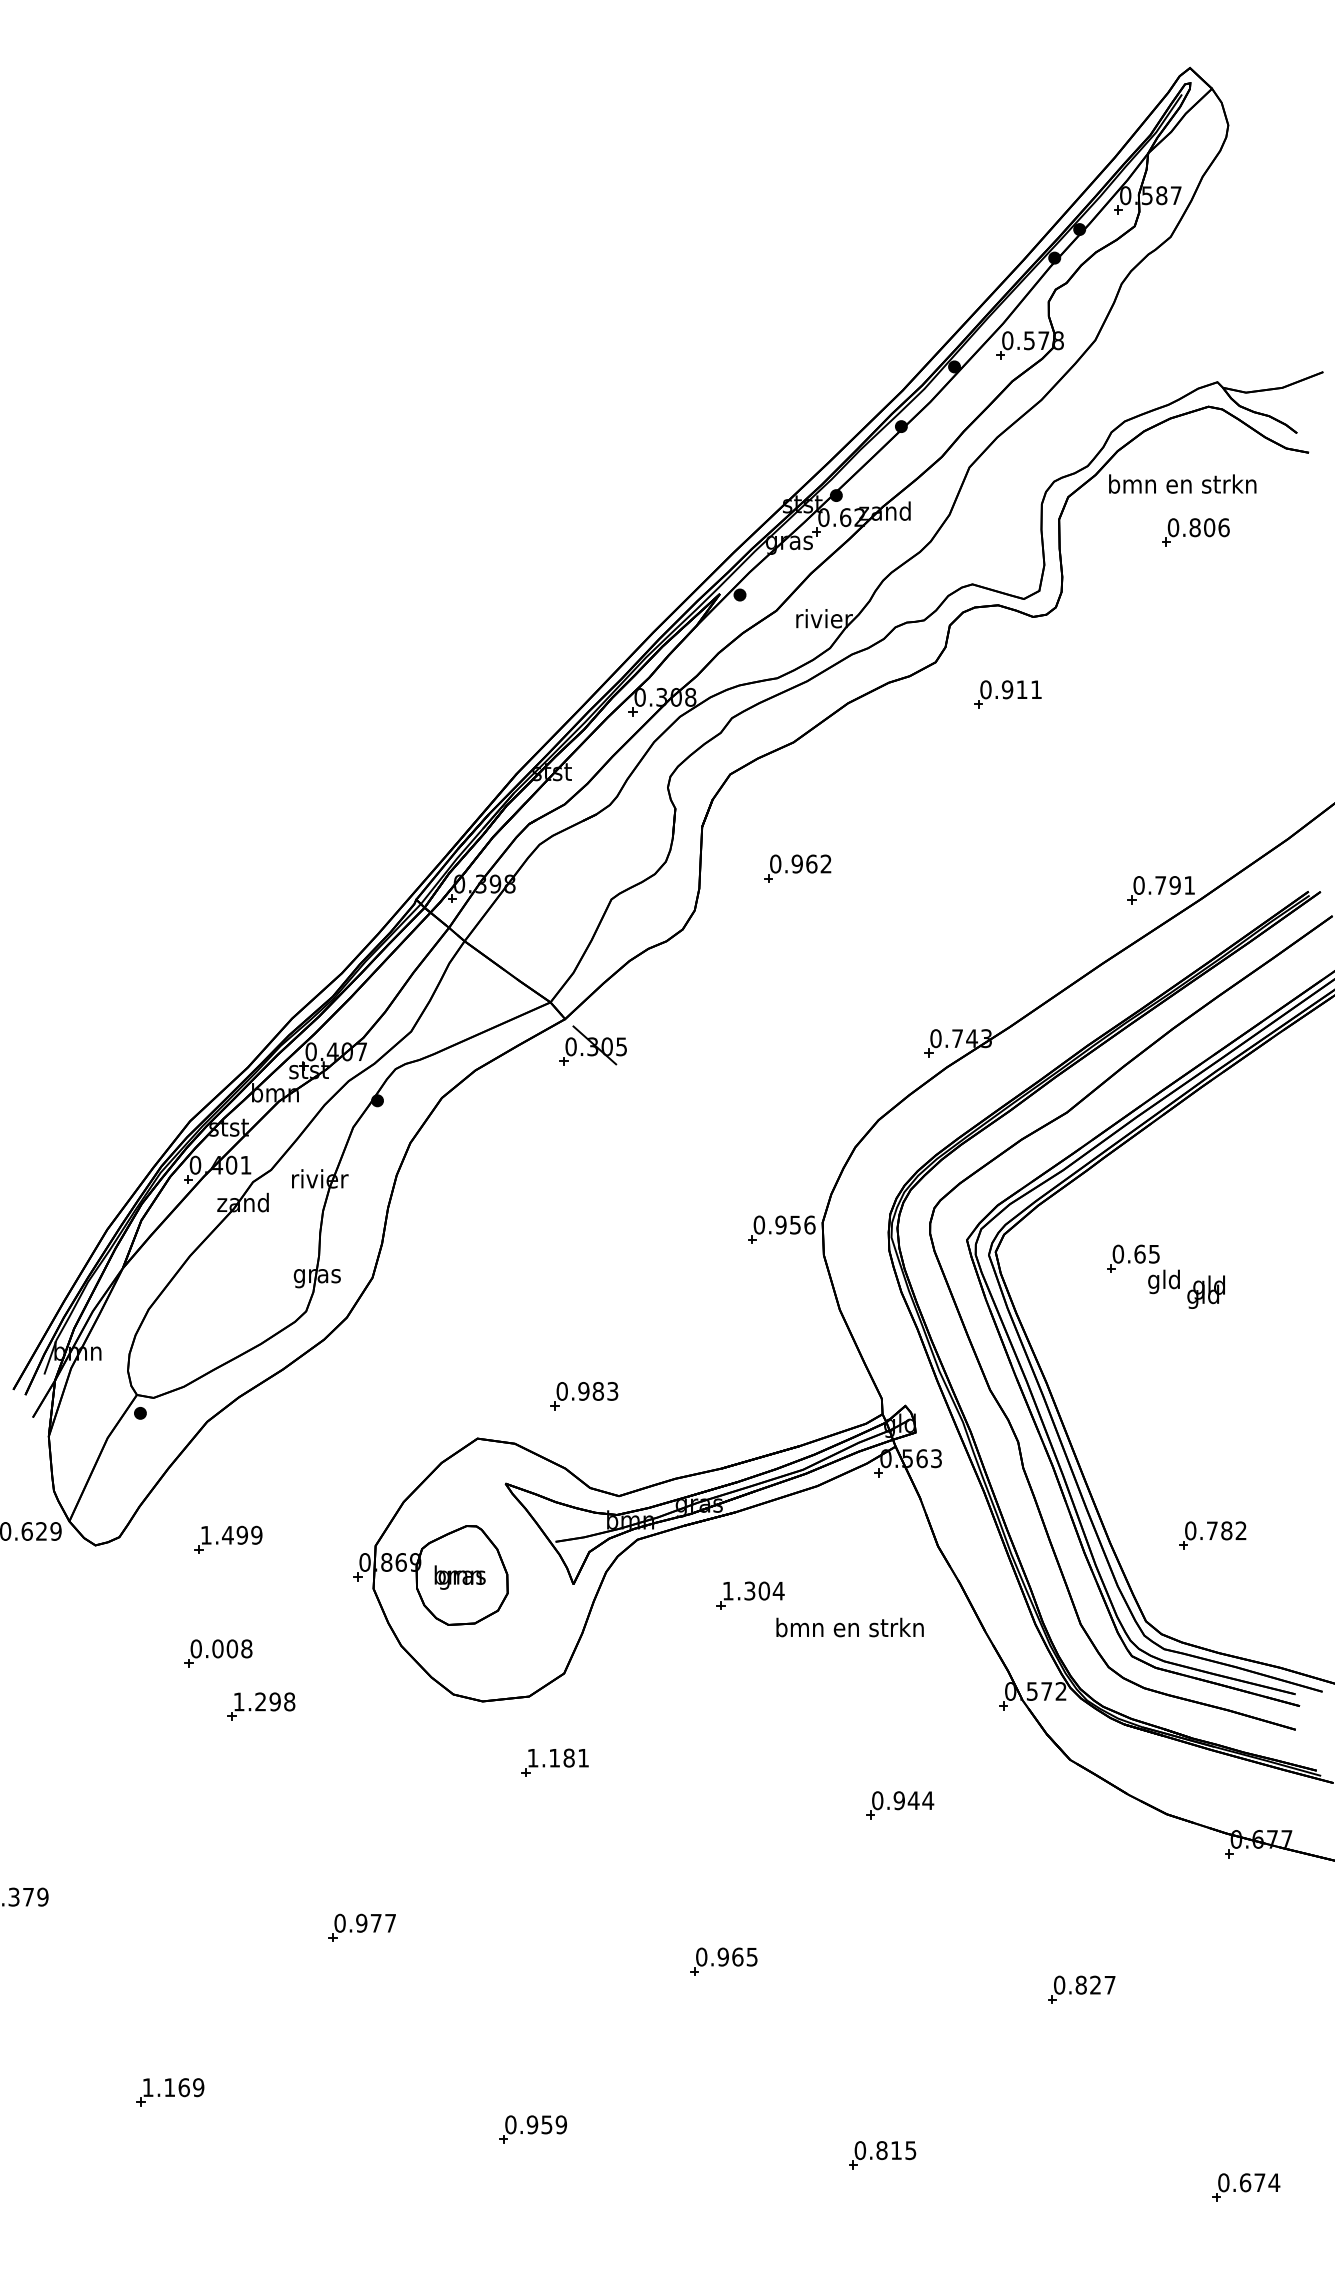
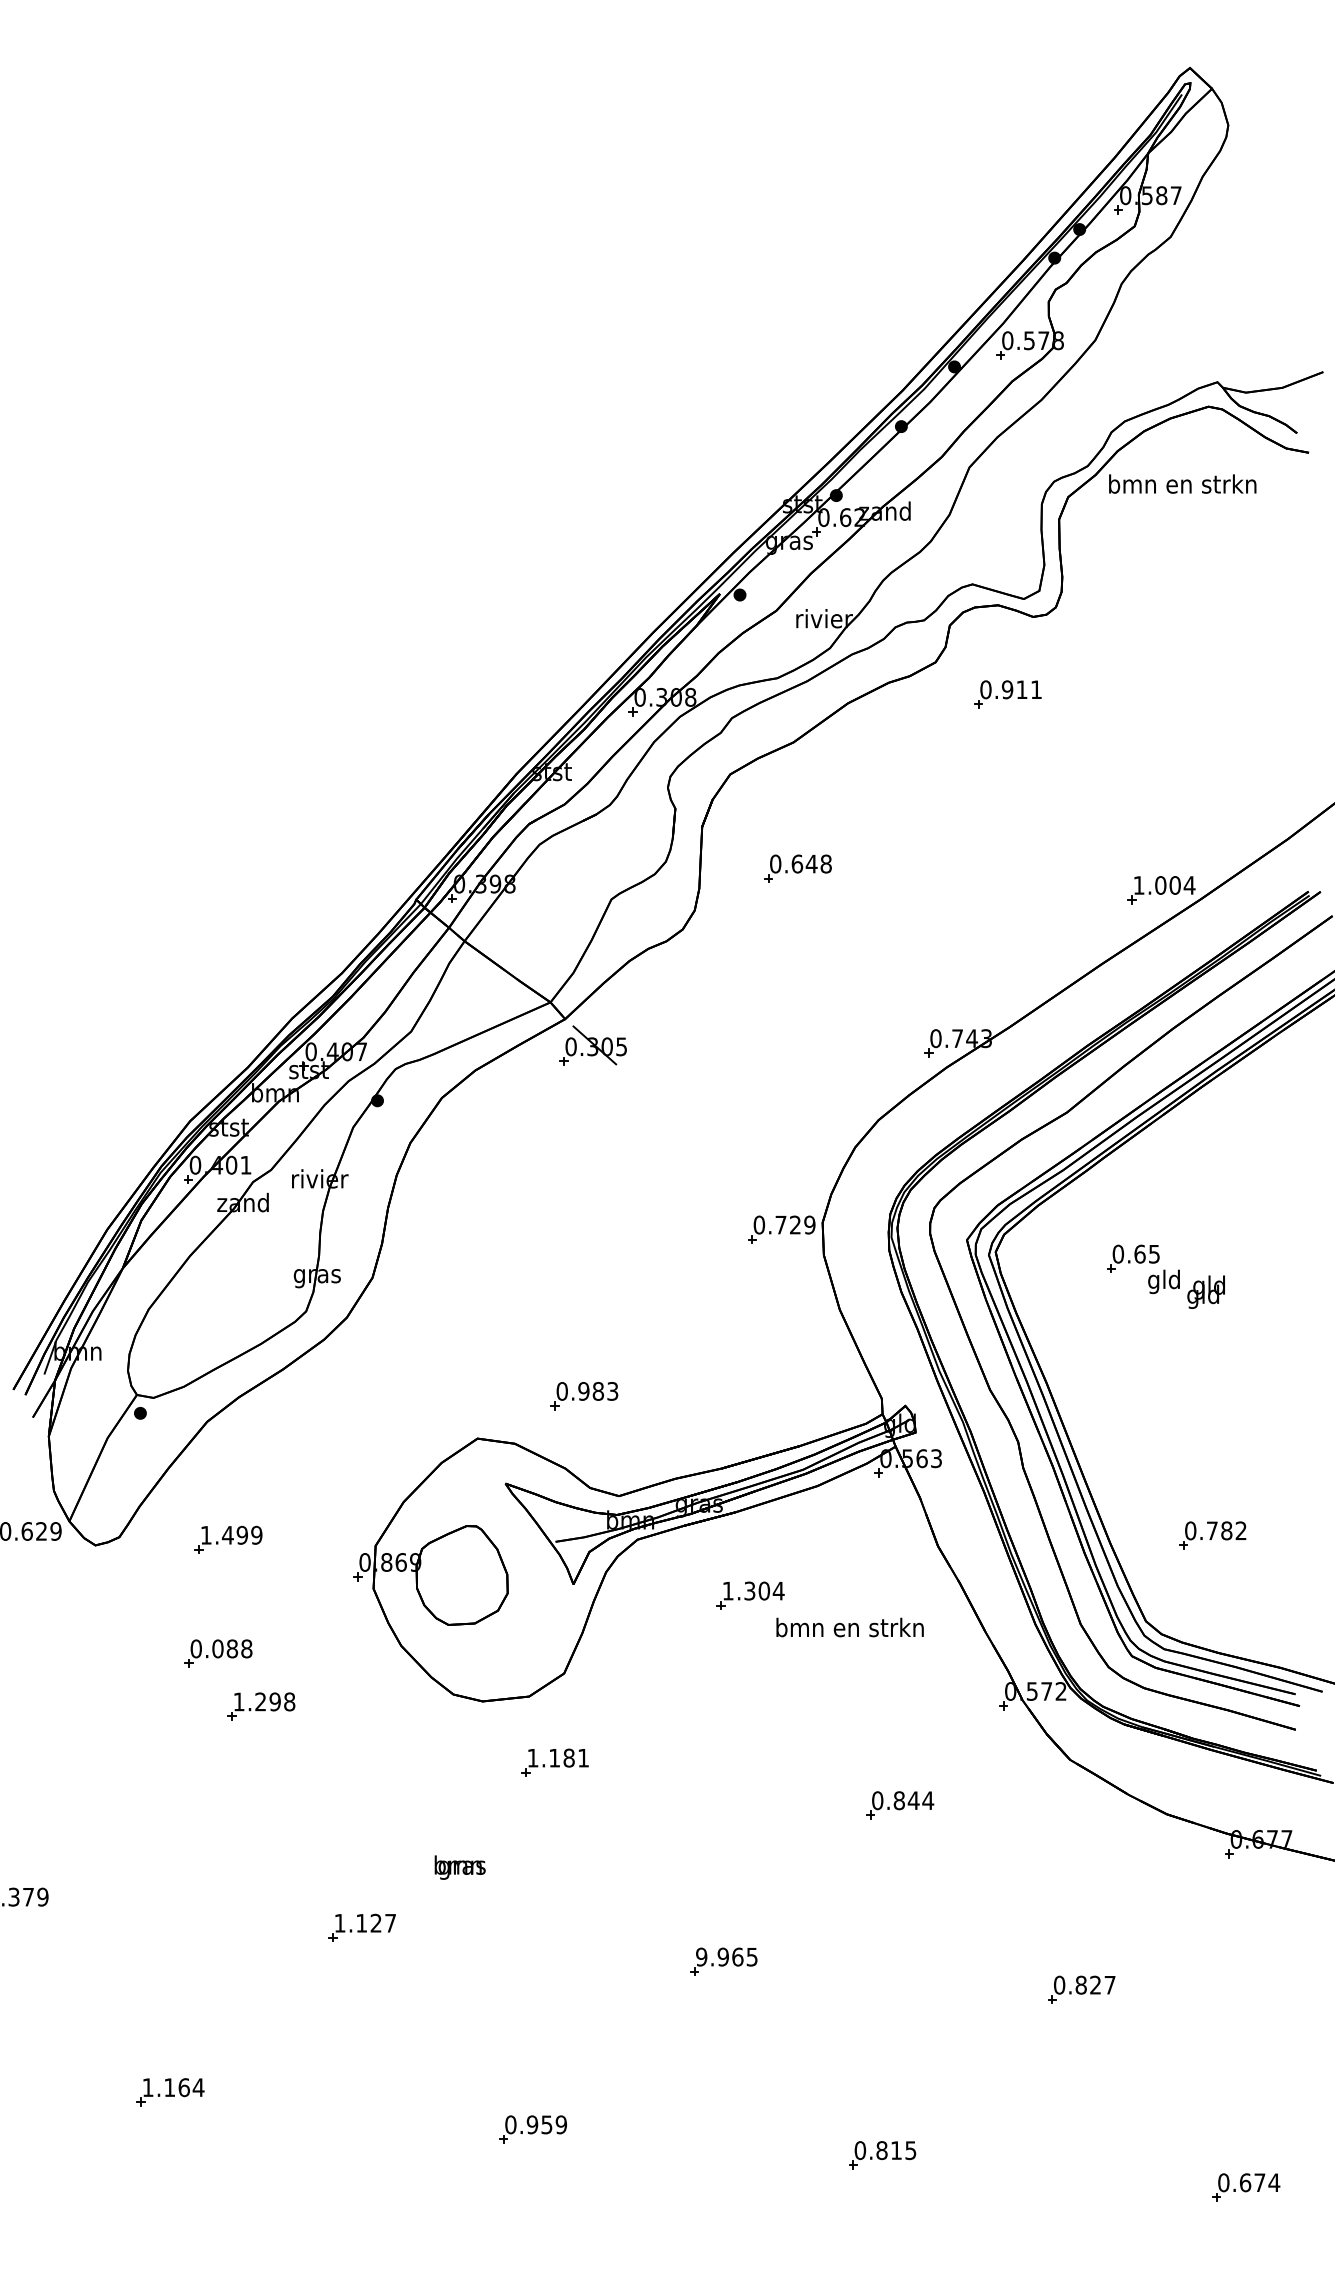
part at (1195, 532): present -> none
text at (811, 863): 0.962 -> 0.648
text at (1164, 885): 0.791 -> 1.004
text at (795, 1224): 0.956 -> 0.729
text at (459, 1577) position: (459, 1577) -> (459, 1867)
text at (232, 1648): 0.008 -> 0.088
text at (898, 1800): 0.944 -> 0.844
text at (357, 1922): 0.977 -> 1.127
text at (701, 1957): 0.965 -> 9.965
text at (198, 2087): 1.169 -> 1.164
